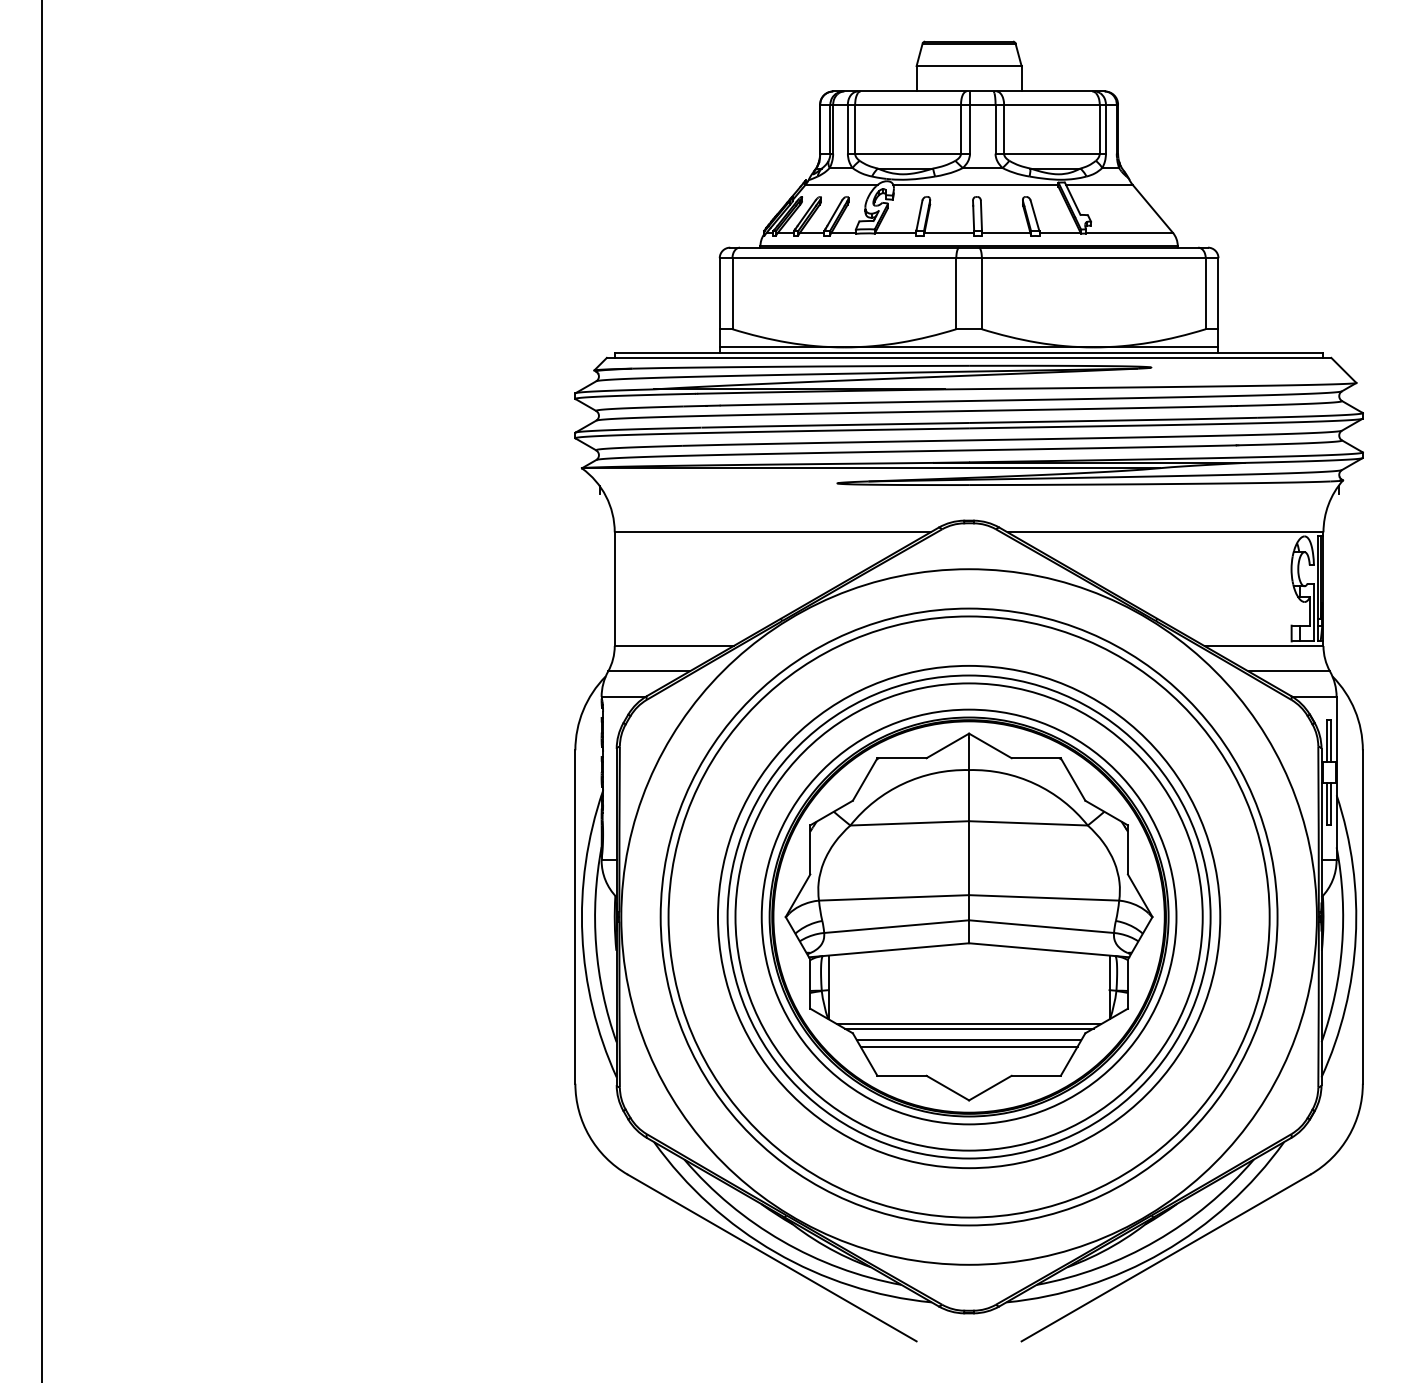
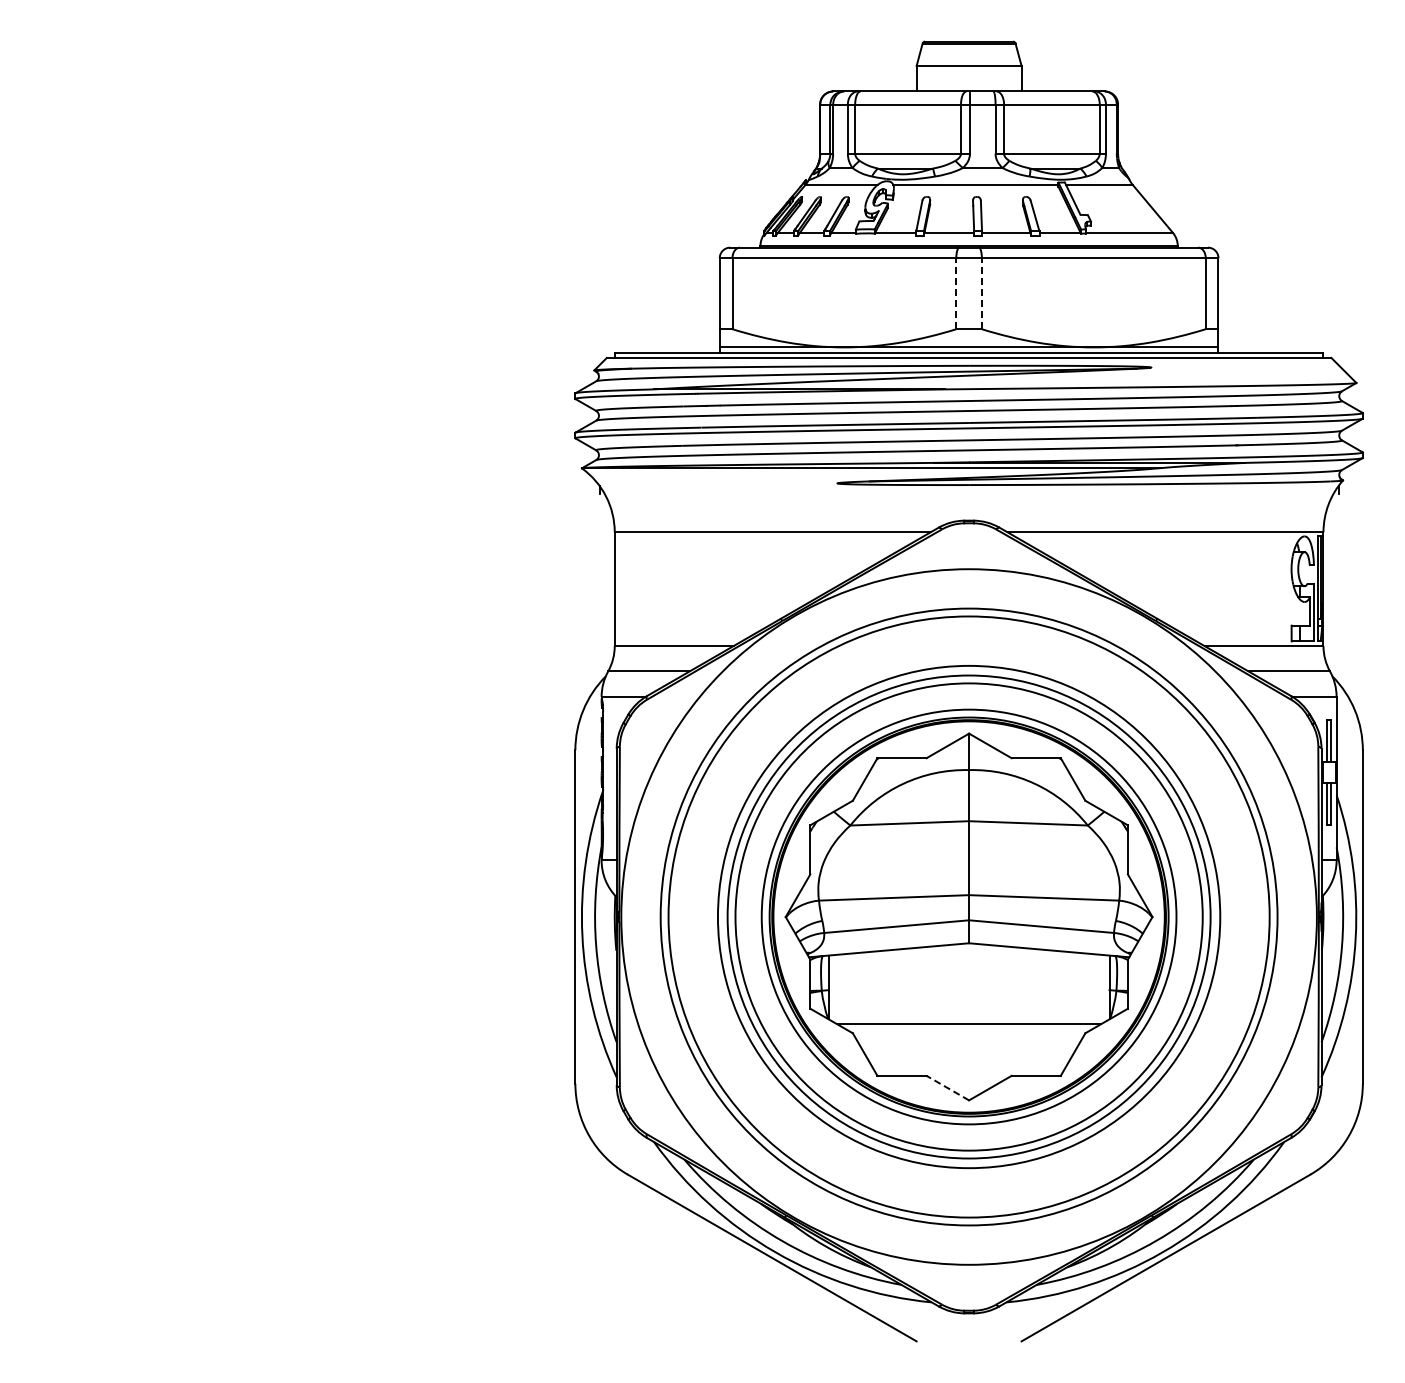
line at (956, 293): solid -> dashed
line at (981, 293): solid -> dashed
line at (42, 690): present -> none
line at (968, 1028): present -> none
line at (968, 1040): present -> none
line at (968, 1046): present -> none
line at (947, 1088): solid -> dashed
